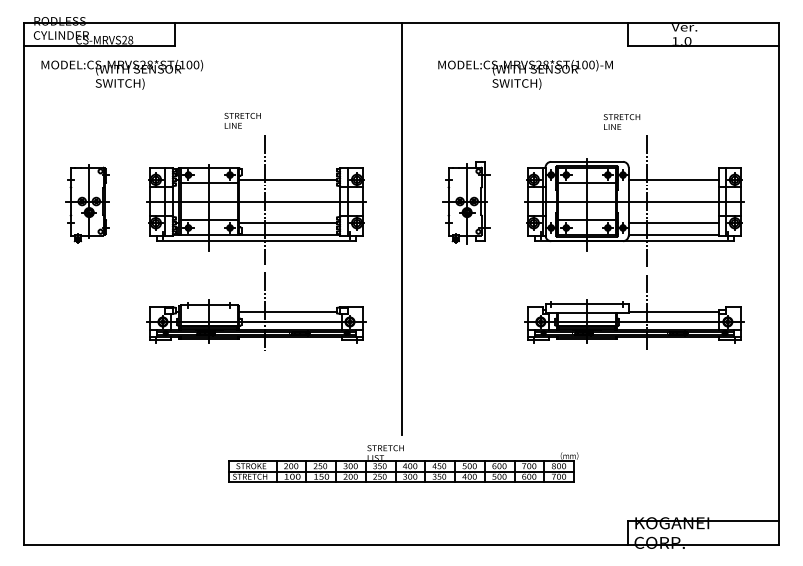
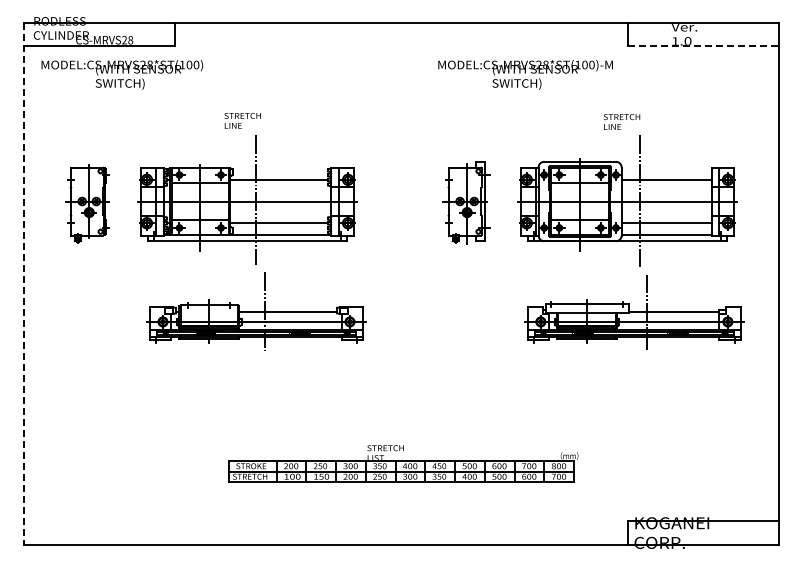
line at (703, 46): solid -> dashed
part at (256, 199) position: (256, 199) -> (247, 199)
part at (634, 200) position: (634, 200) -> (627, 200)
line at (401, 228): present -> none
line at (24, 284): solid -> dashed
